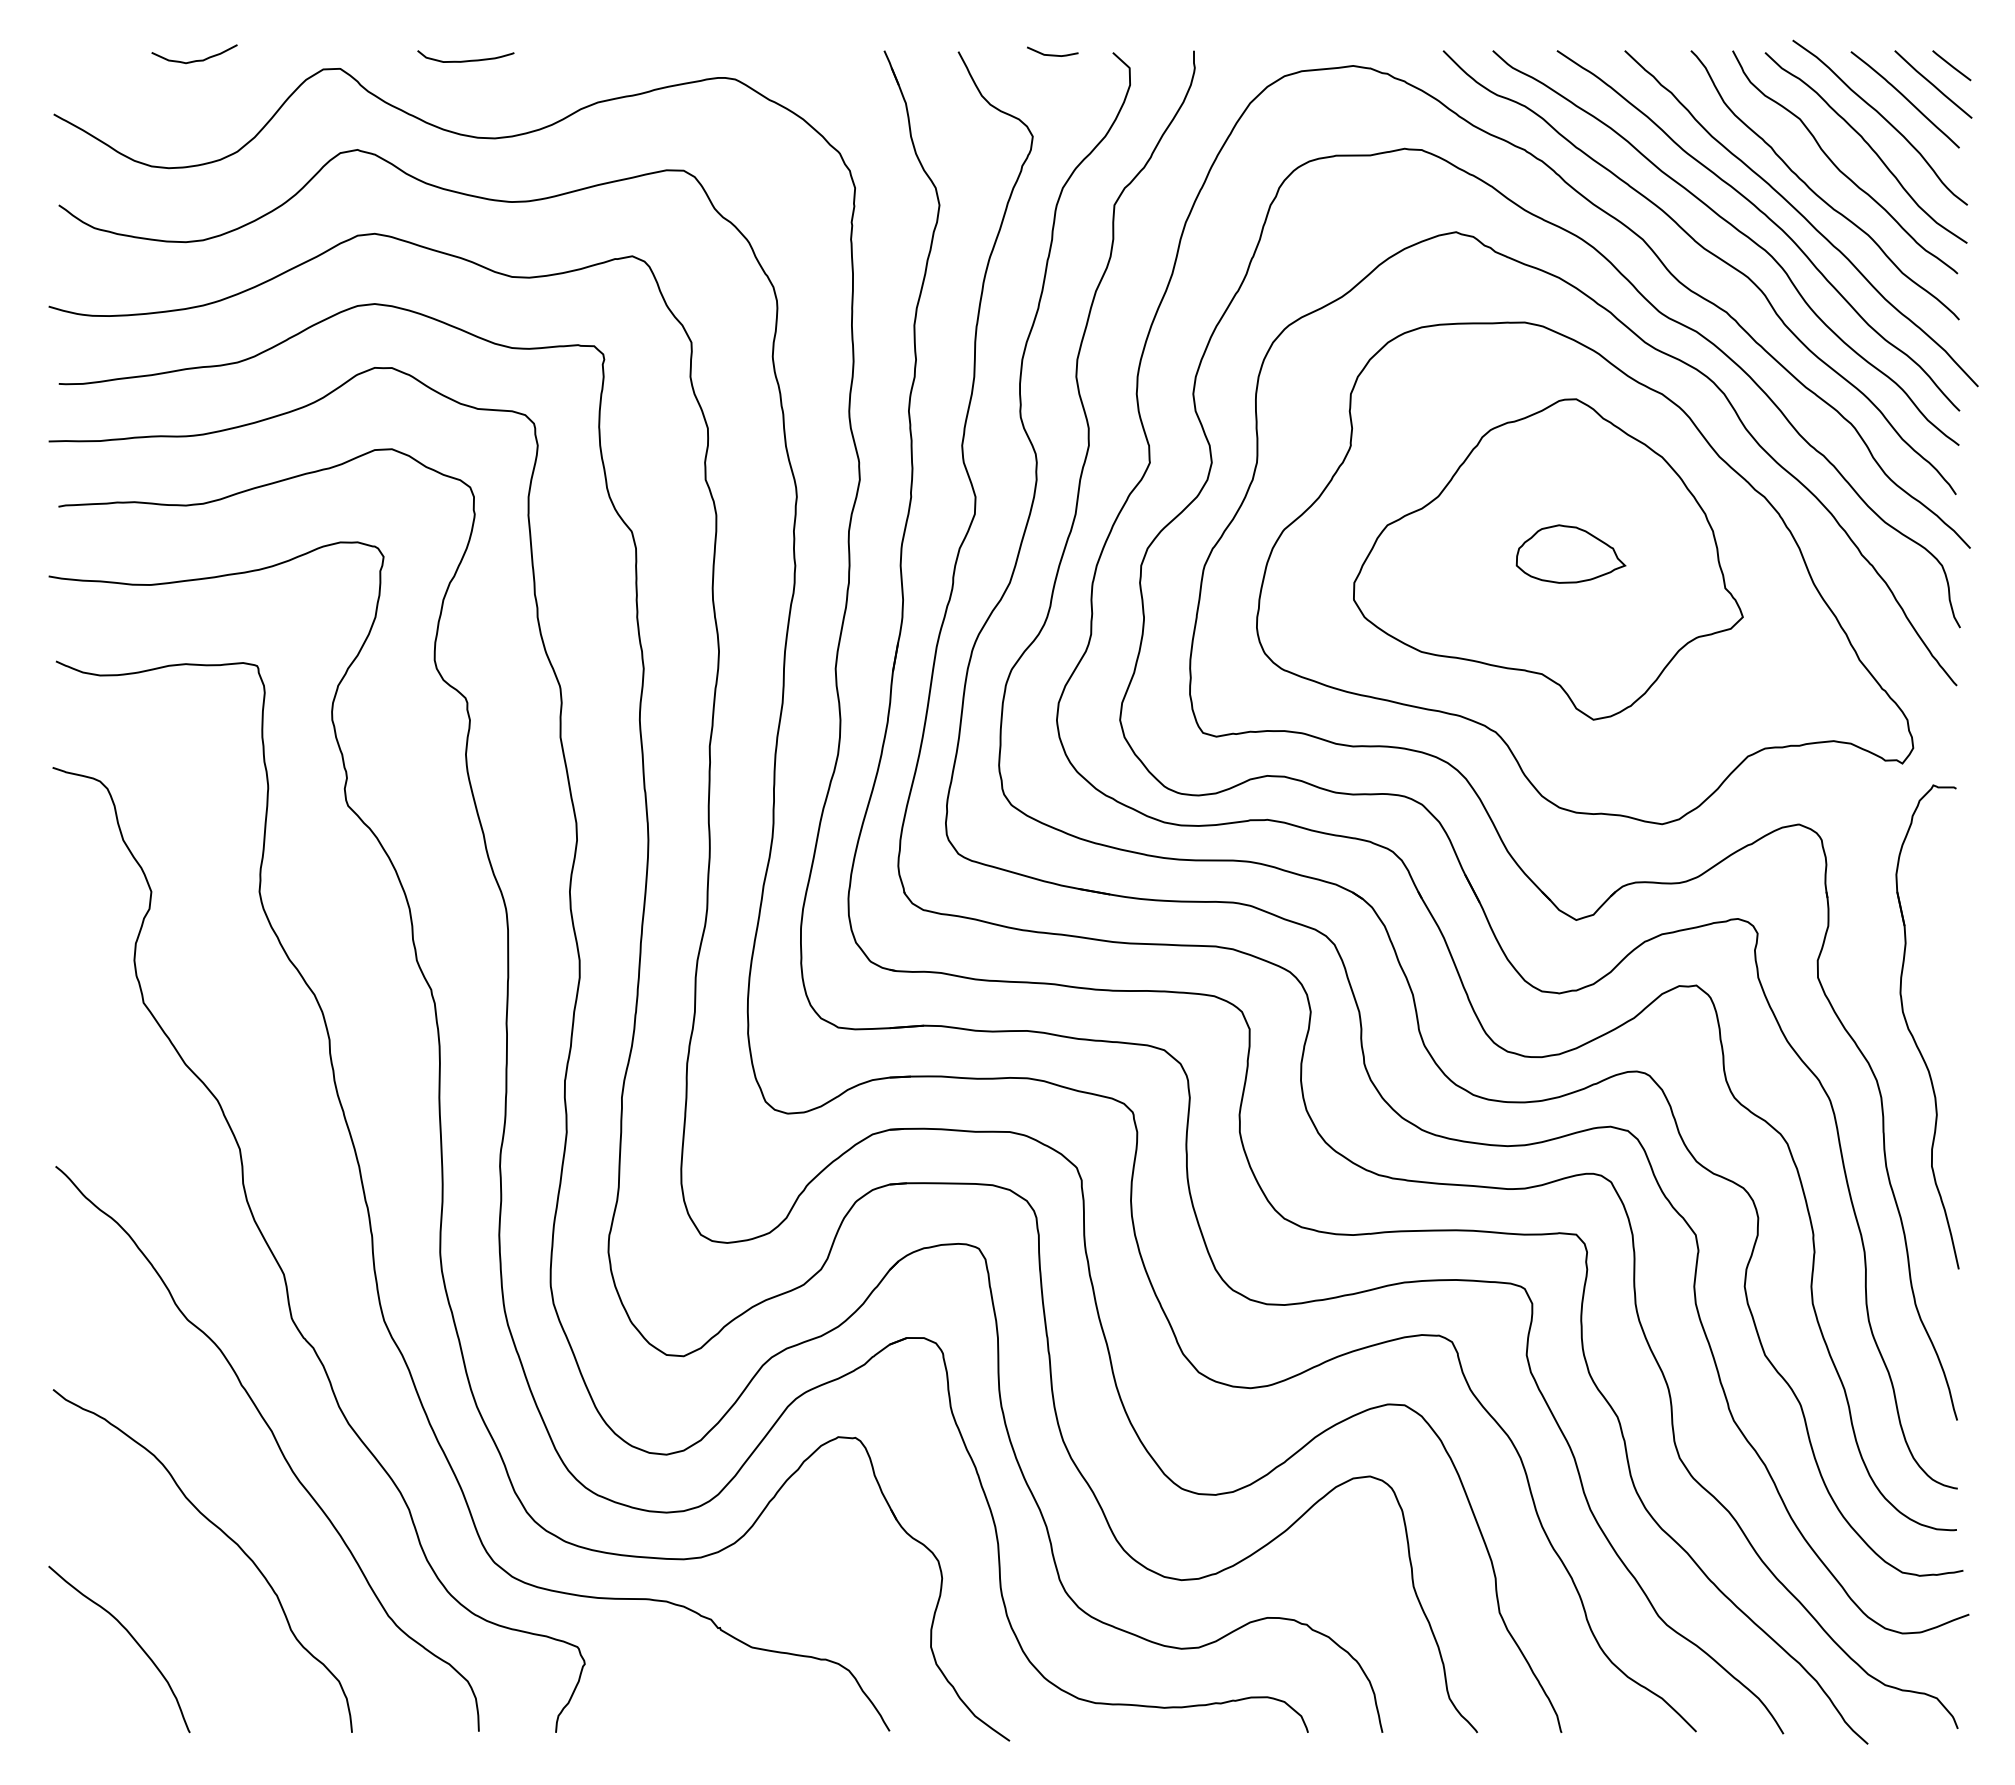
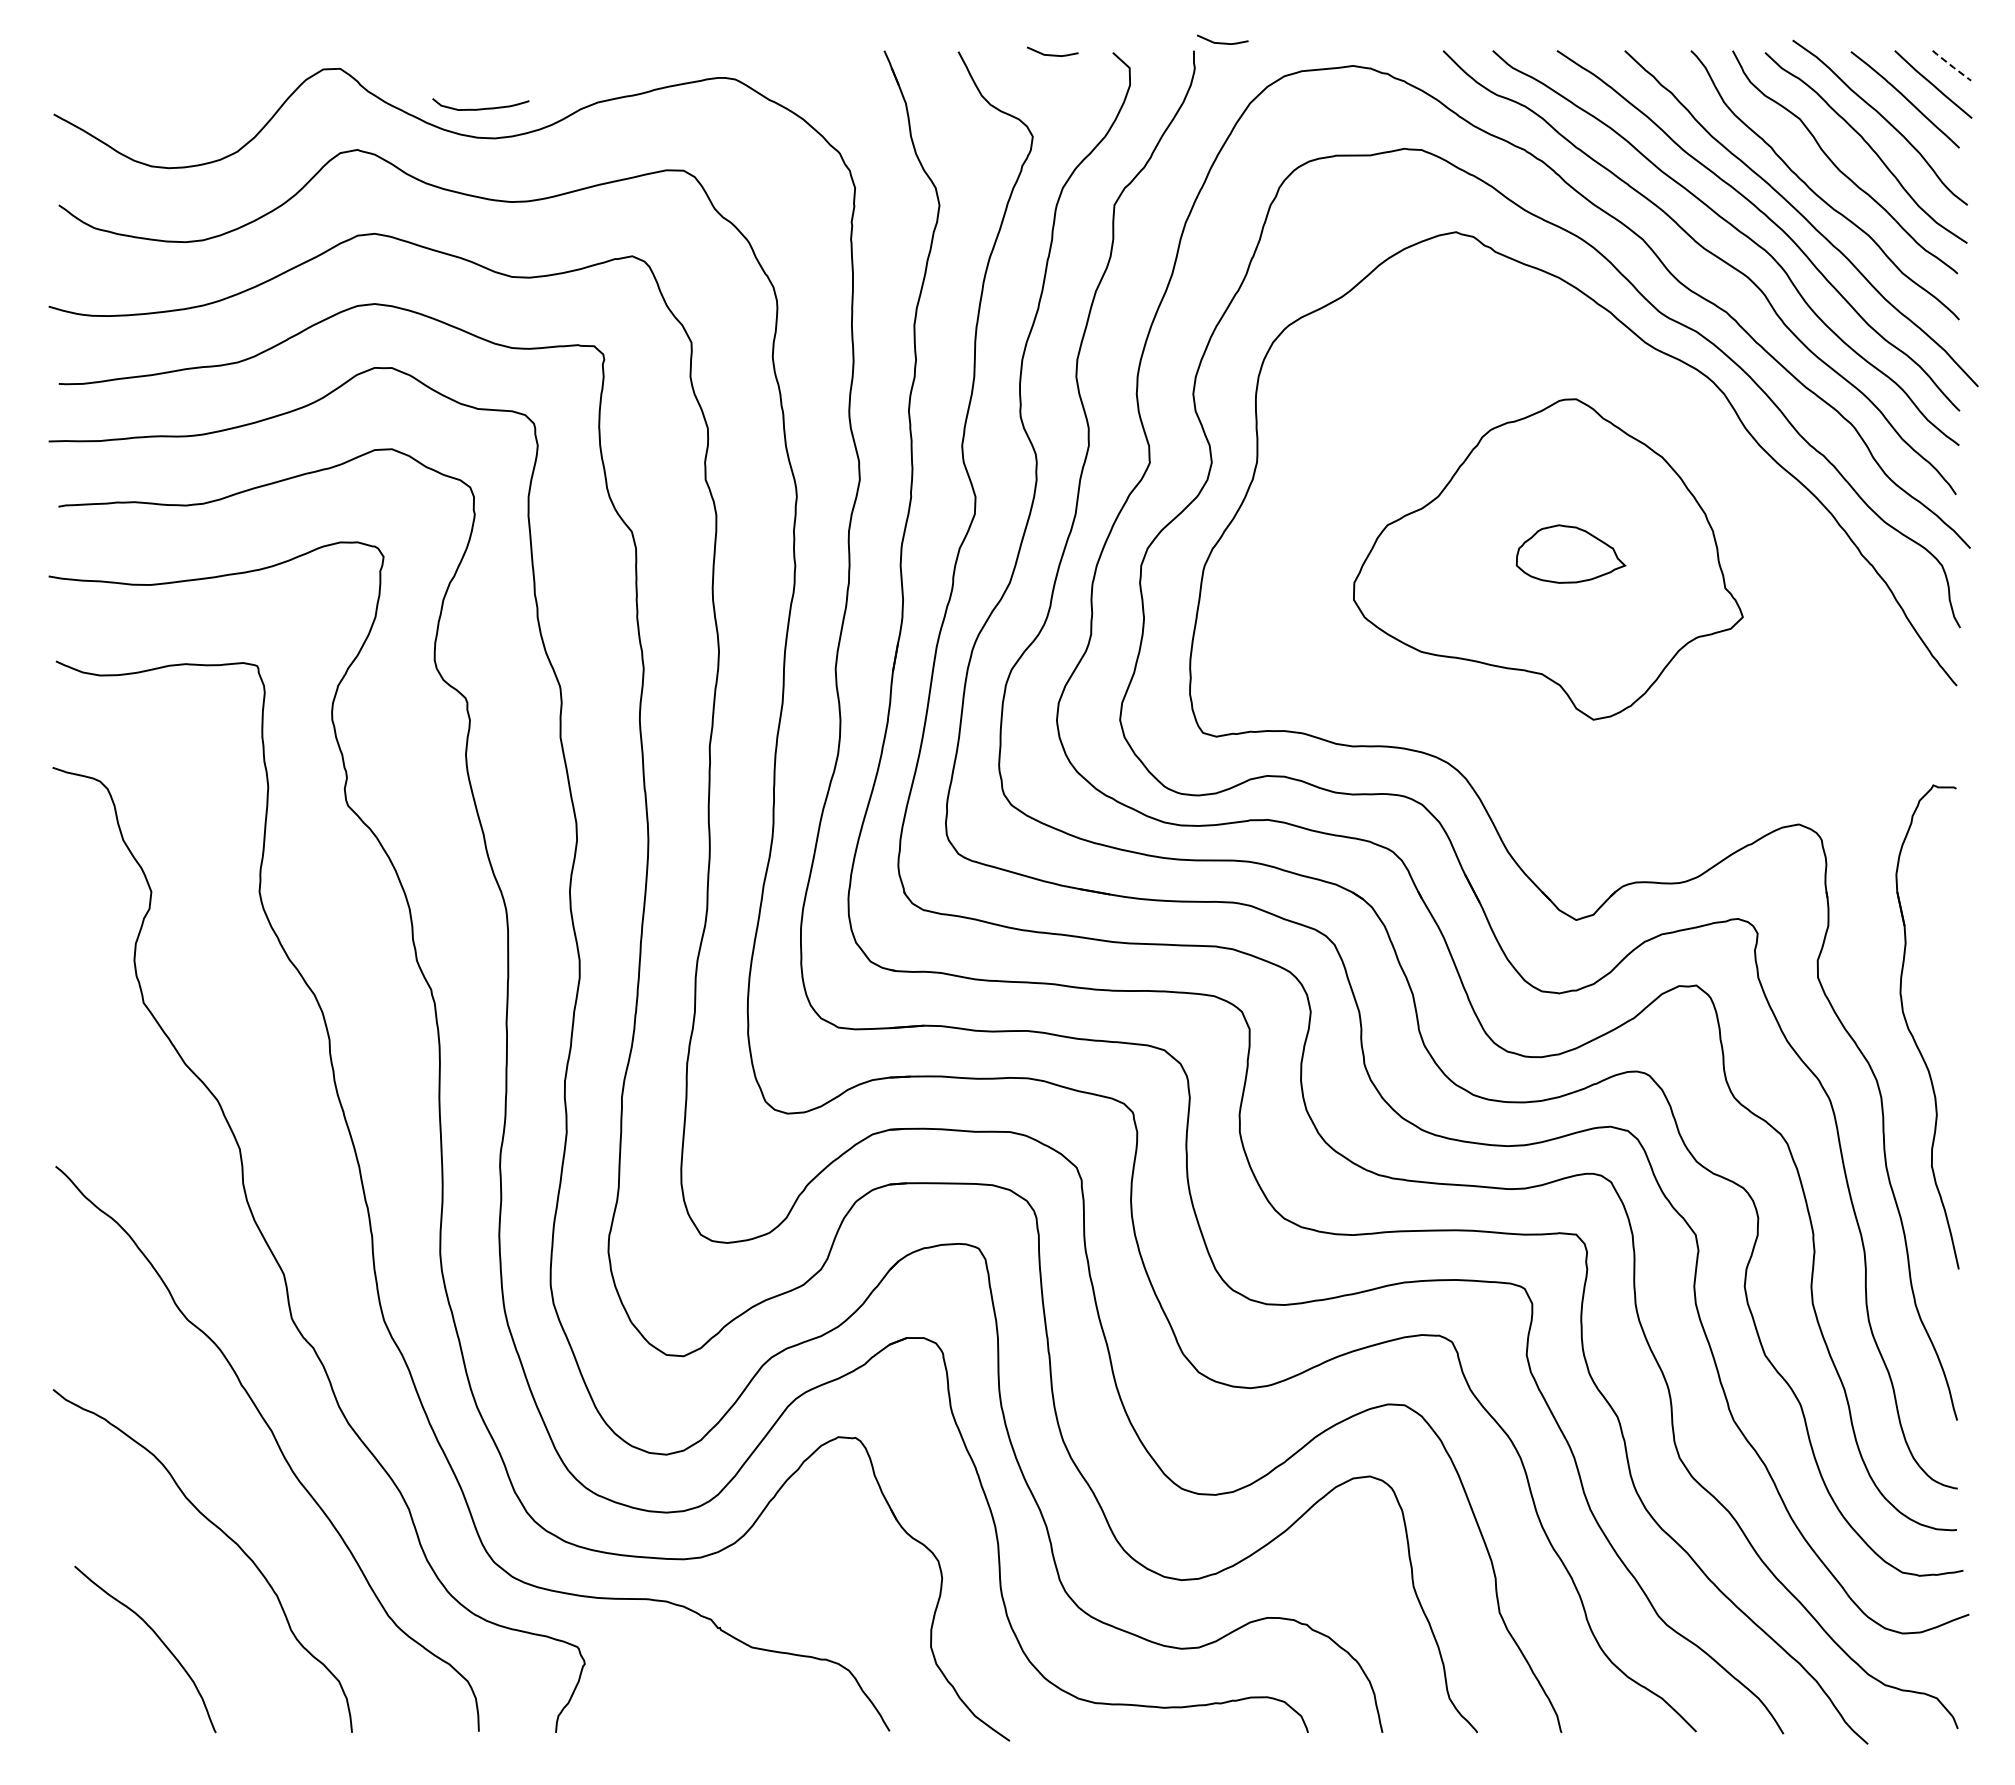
line at (1222, 42): none -> present
curve at (194, 60): present -> none
curve at (465, 60) position: (465, 60) -> (480, 108)
line at (1951, 65): solid -> dashed
part at (1585, 573): present -> none
curve at (131, 1637) position: (131, 1637) -> (157, 1637)
